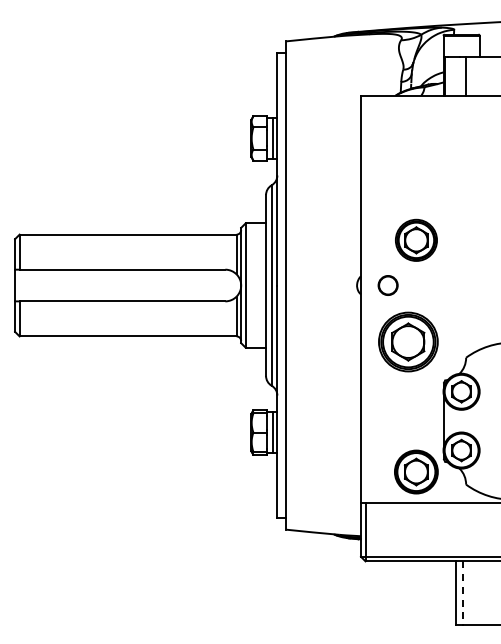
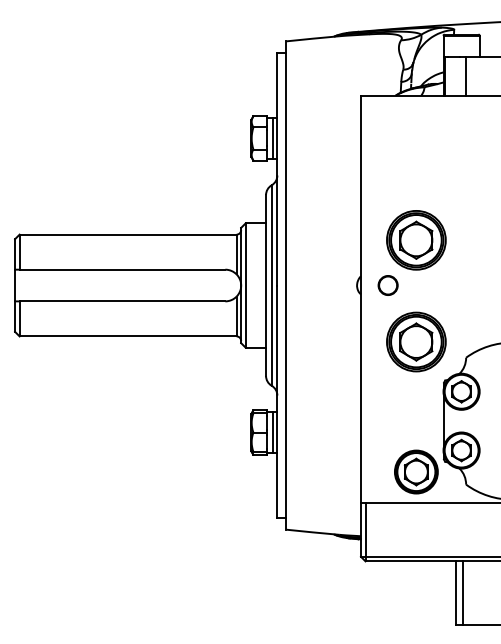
part at (416, 239) size: 43x44 px -> 61x61 px
part at (408, 341) position: (408, 341) -> (416, 341)
line at (462, 593): dashed -> solid
